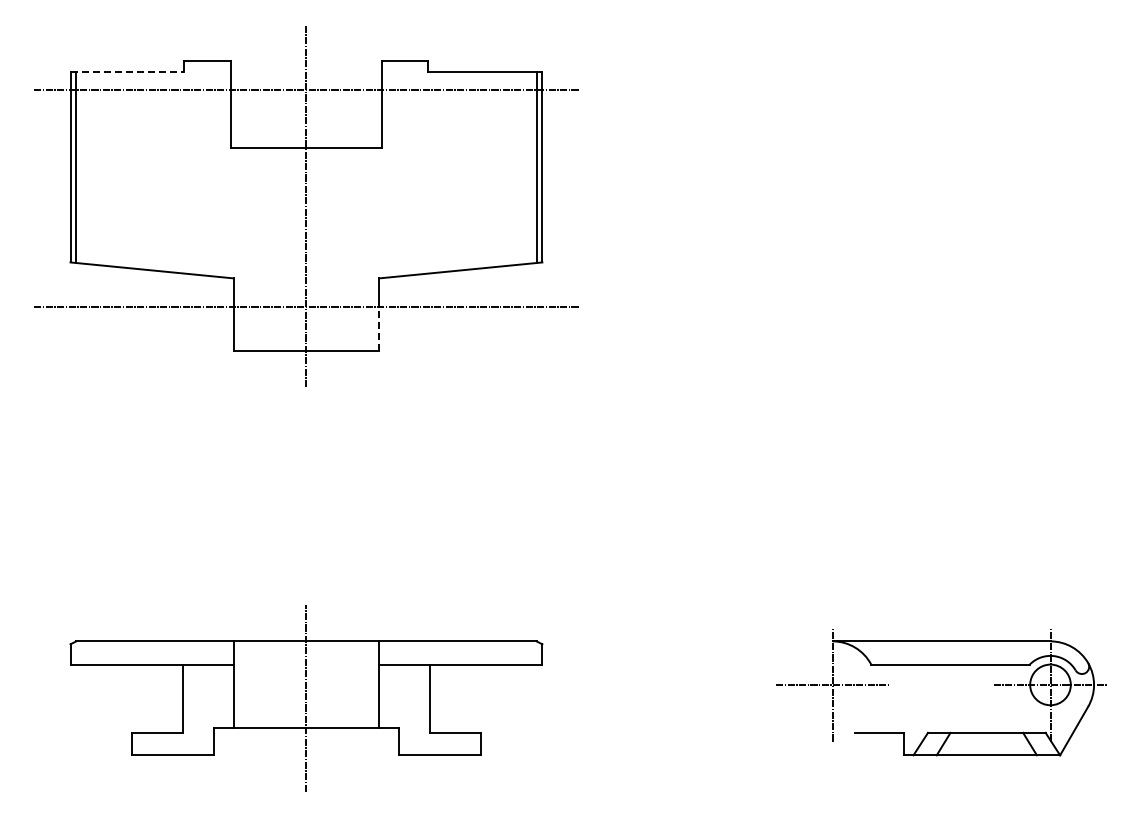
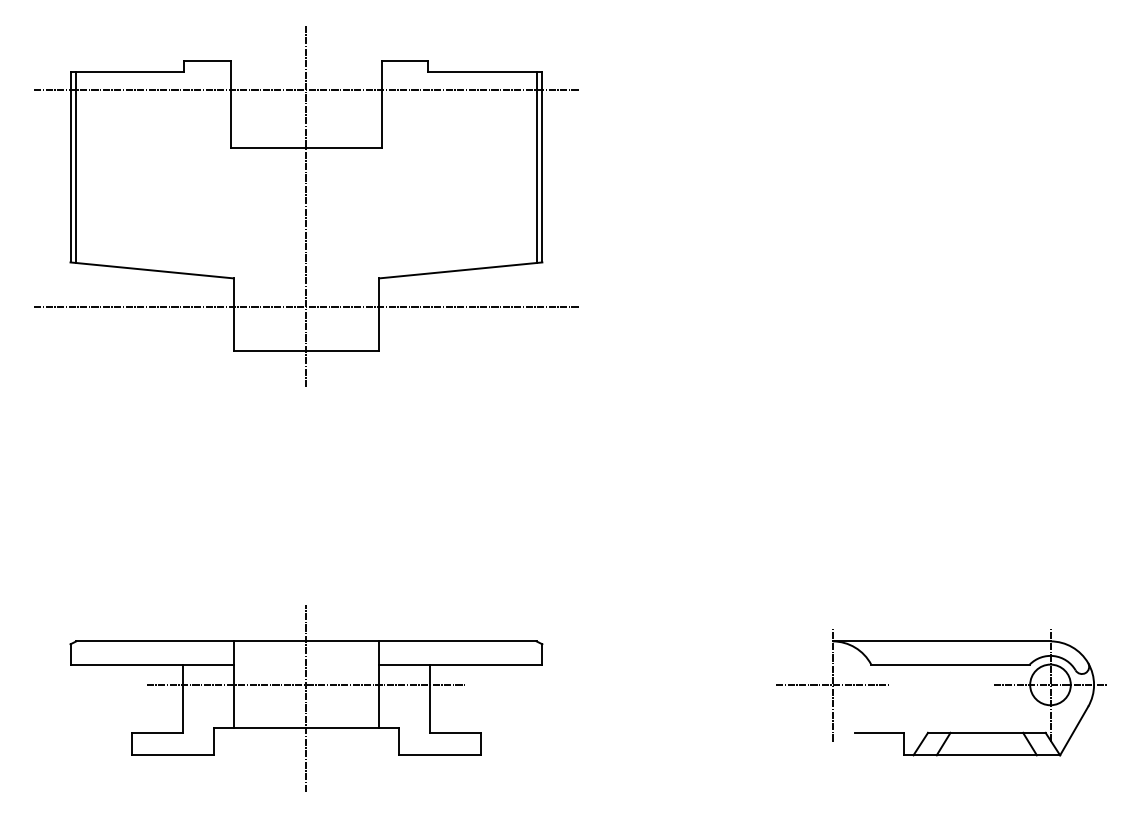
line at (127, 72): dashed -> solid
line at (379, 329): dashed -> solid
line at (306, 684): none -> present
